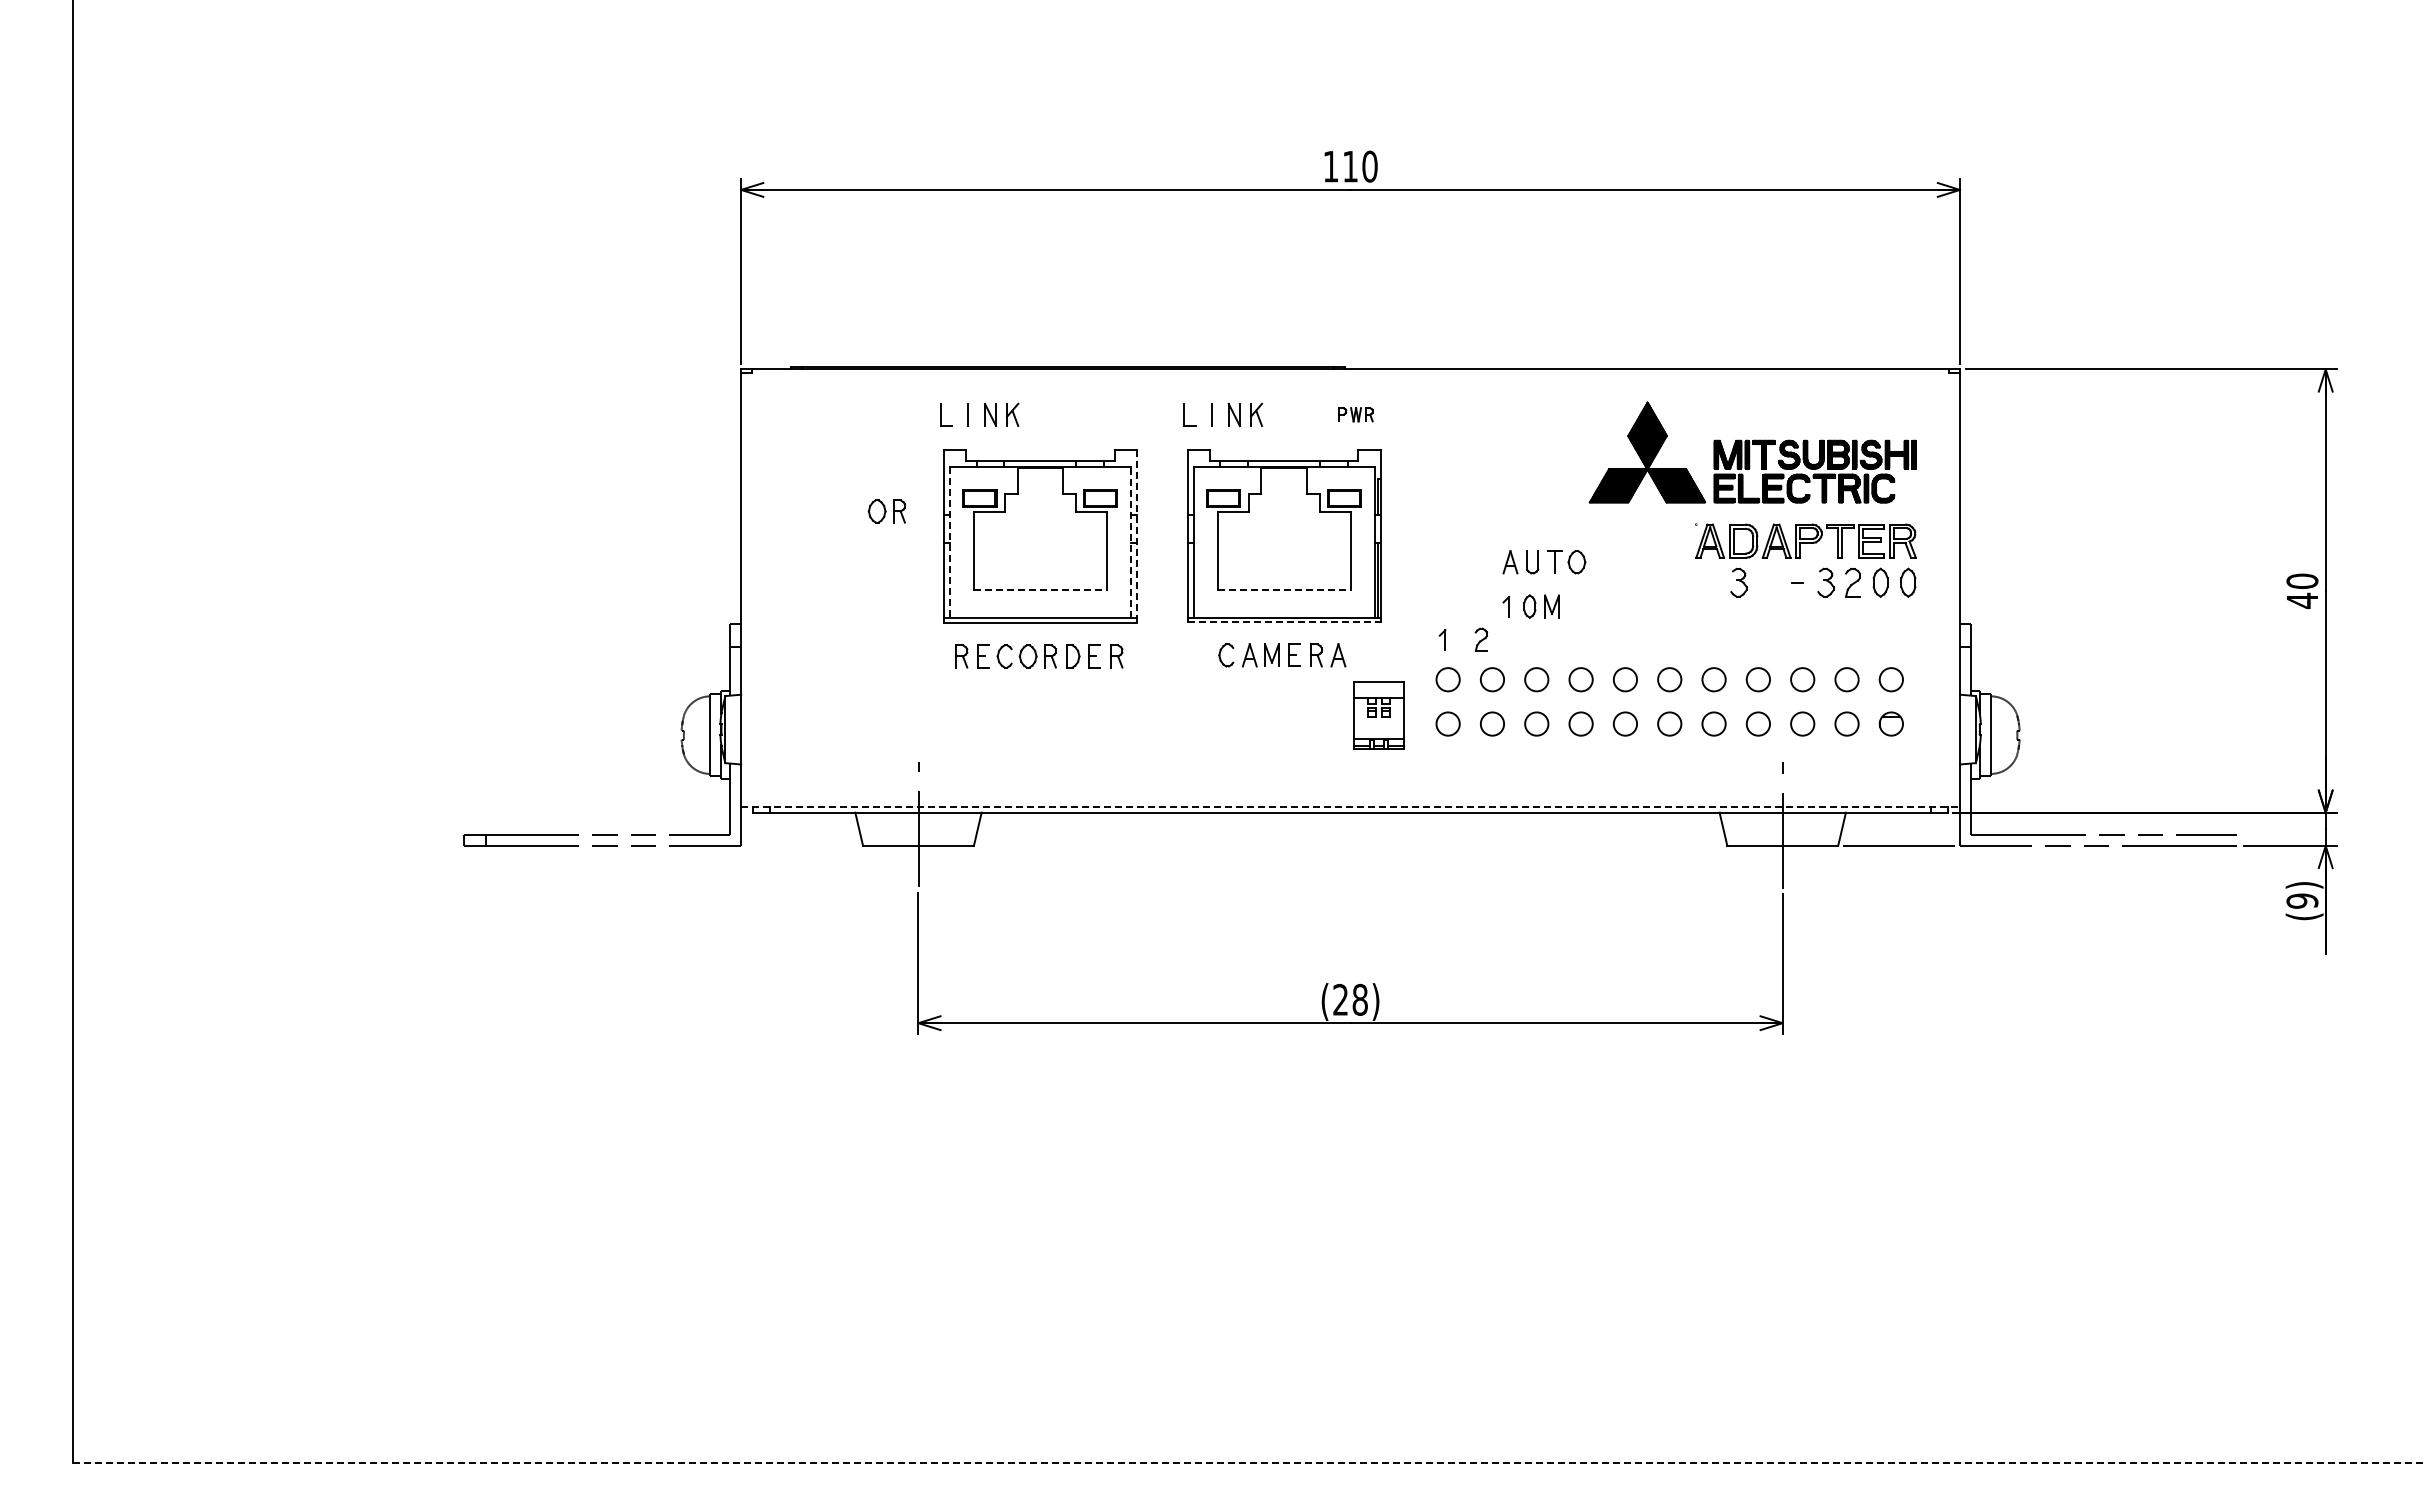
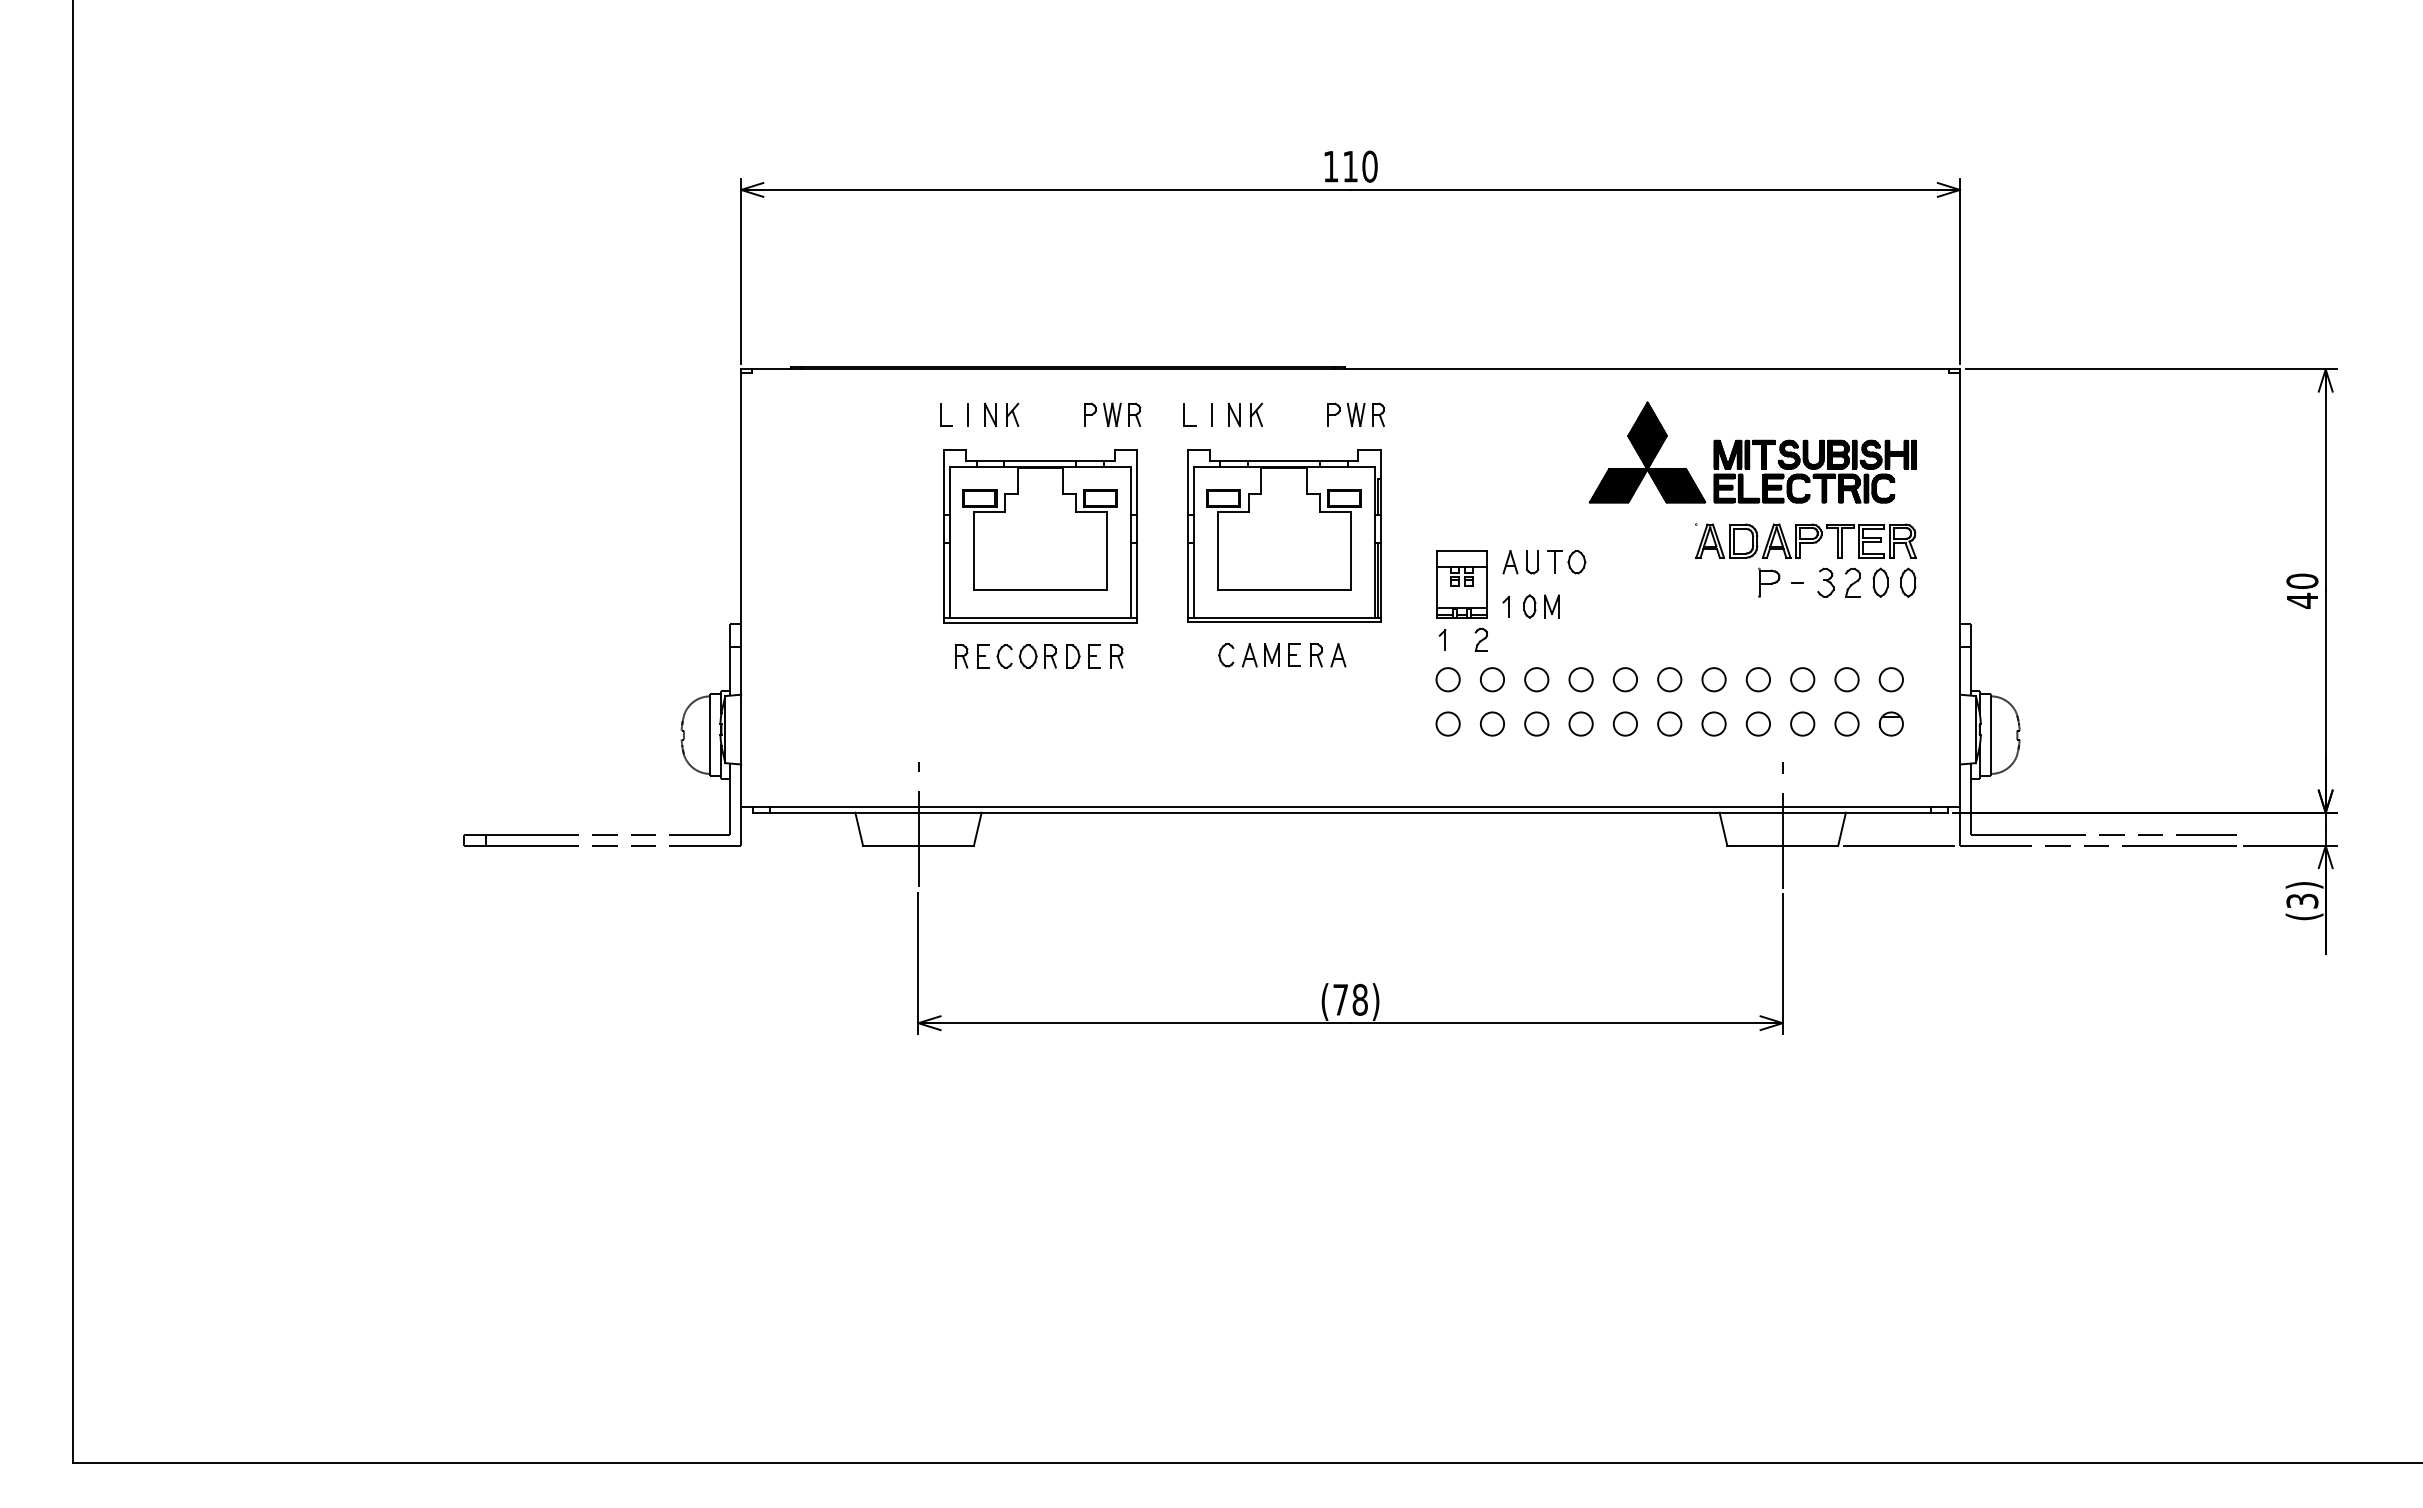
part at (1112, 414): none -> present
part at (1355, 414) size: 36x16 px -> 58x25 px
part at (886, 511): present -> none
line at (1136, 537): dashed -> solid
line at (1130, 541): dashed -> solid
line at (950, 542): dashed -> solid
part at (1738, 582): present -> none
part at (1769, 582): none -> present
line at (1040, 589): dashed -> solid
line at (1284, 589): dashed -> solid
line at (1284, 622): dashed -> solid
part at (1378, 715) position: (1378, 715) -> (1461, 584)
line at (1351, 807): dashed -> solid
text at (2302, 900): (9) -> (3)
text at (1340, 999): (28) -> (78)
line at (1247, 1462): dashed -> solid
